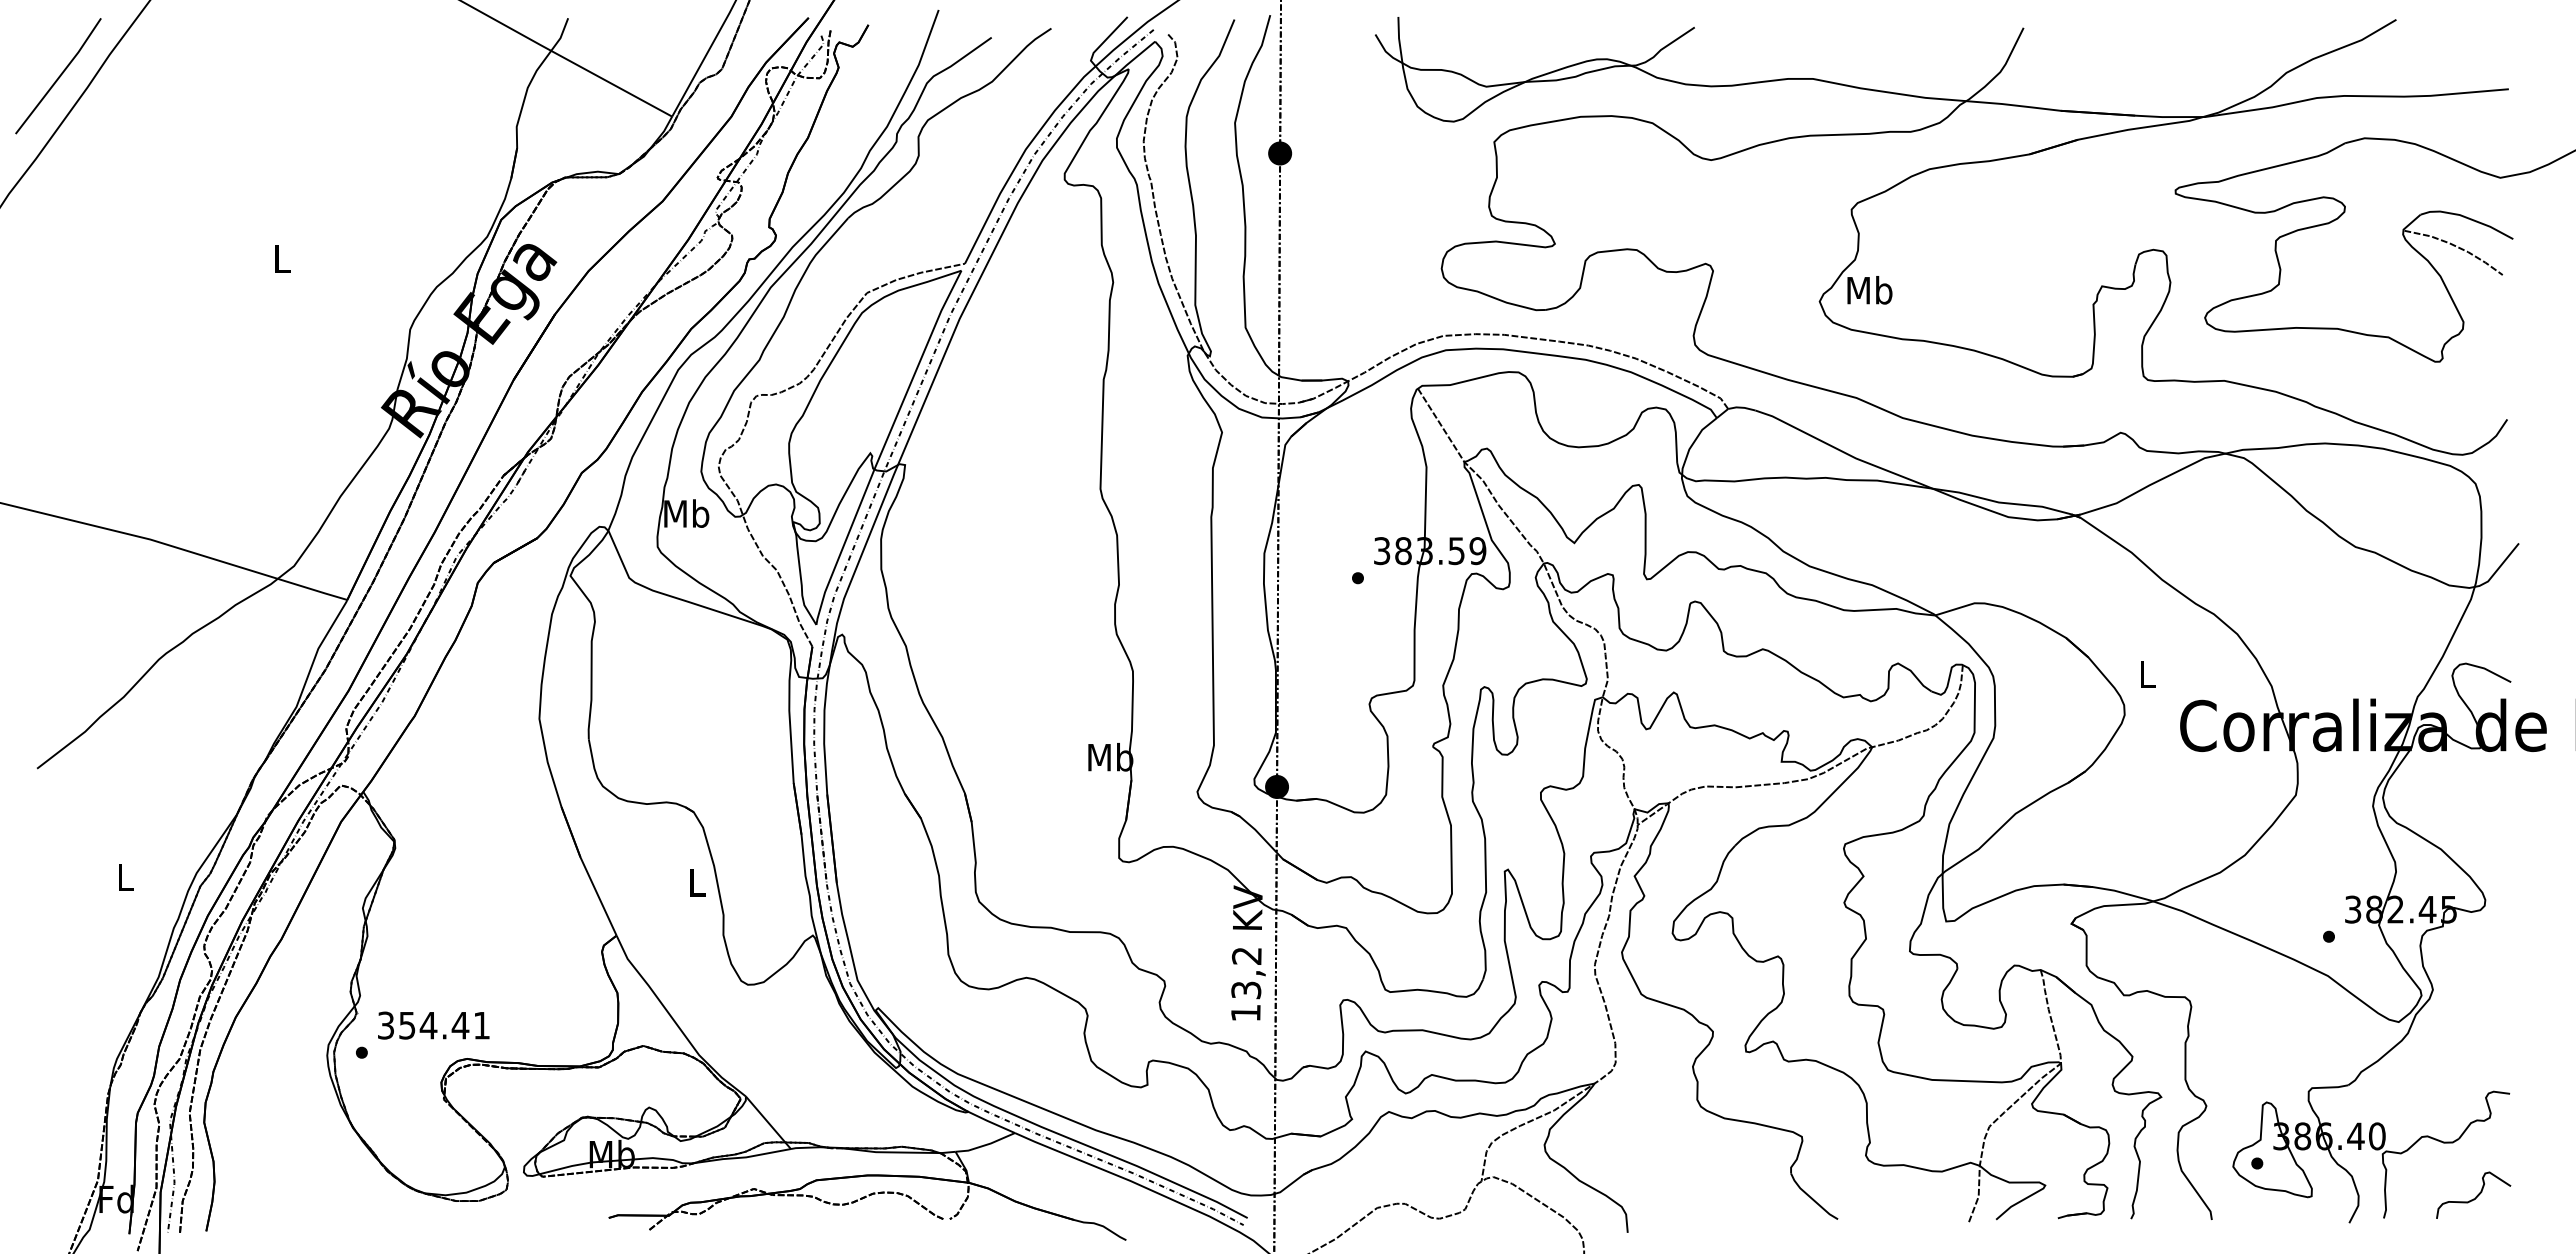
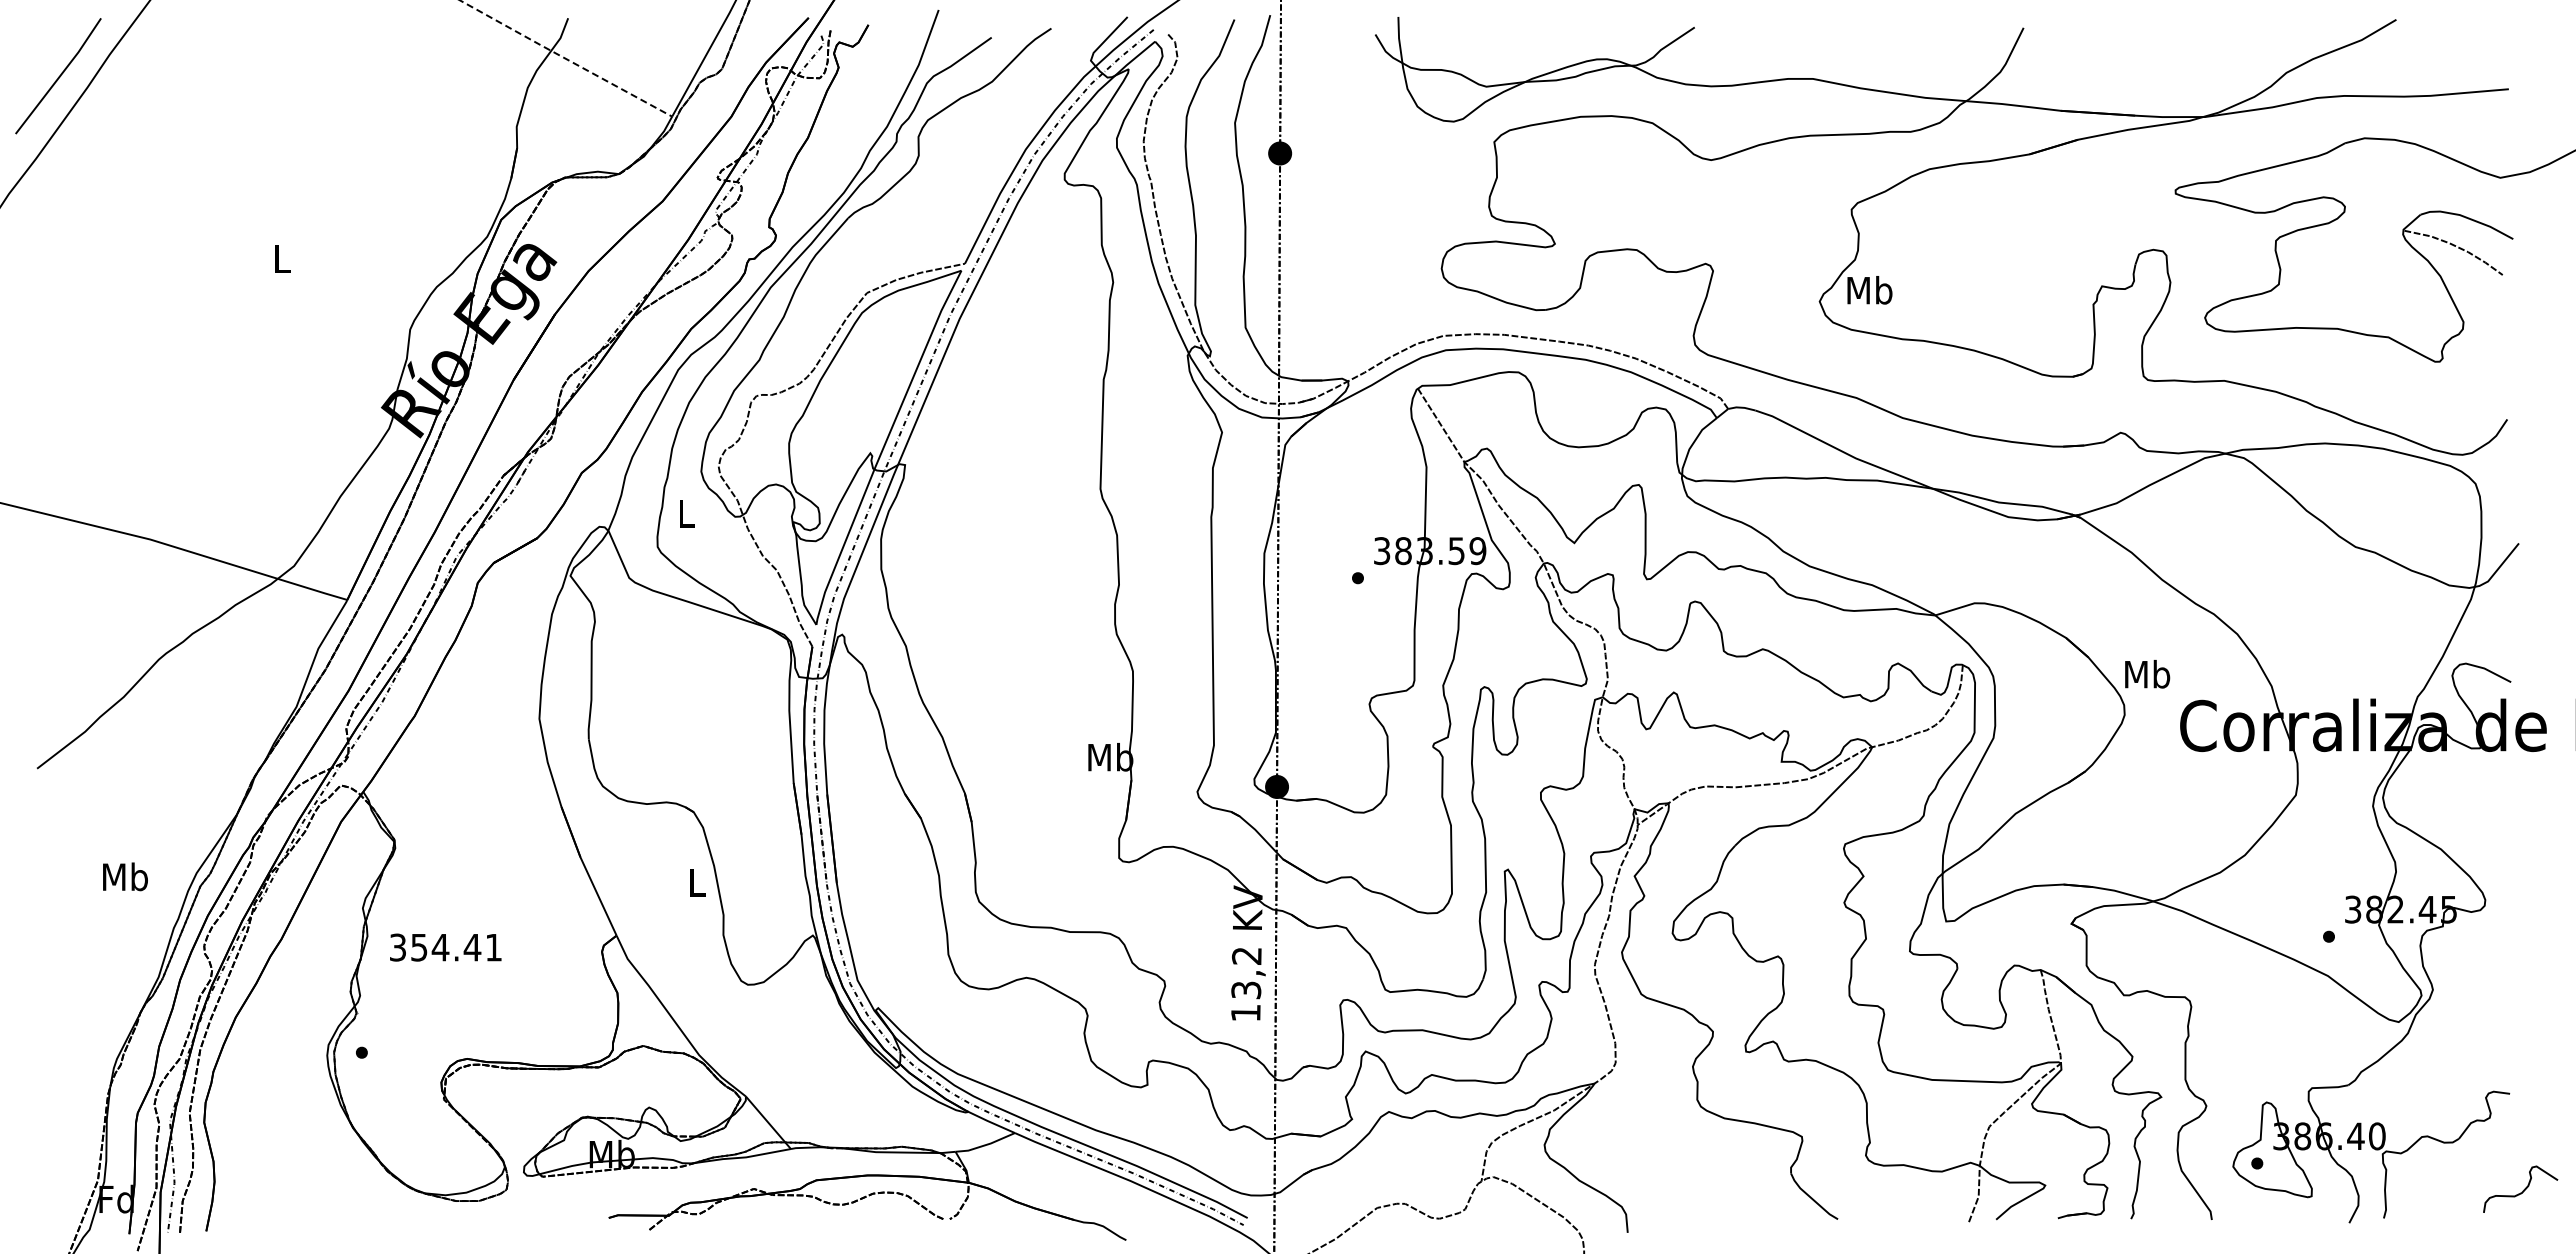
line at (565, 58): solid -> dashed
text at (686, 513): Mb -> L
text at (2147, 673): L -> Mb
text at (125, 876): L -> Mb
text at (433, 1025) position: (433, 1025) -> (445, 947)
curve at (2475, 1196) position: (2475, 1196) -> (2522, 1190)
